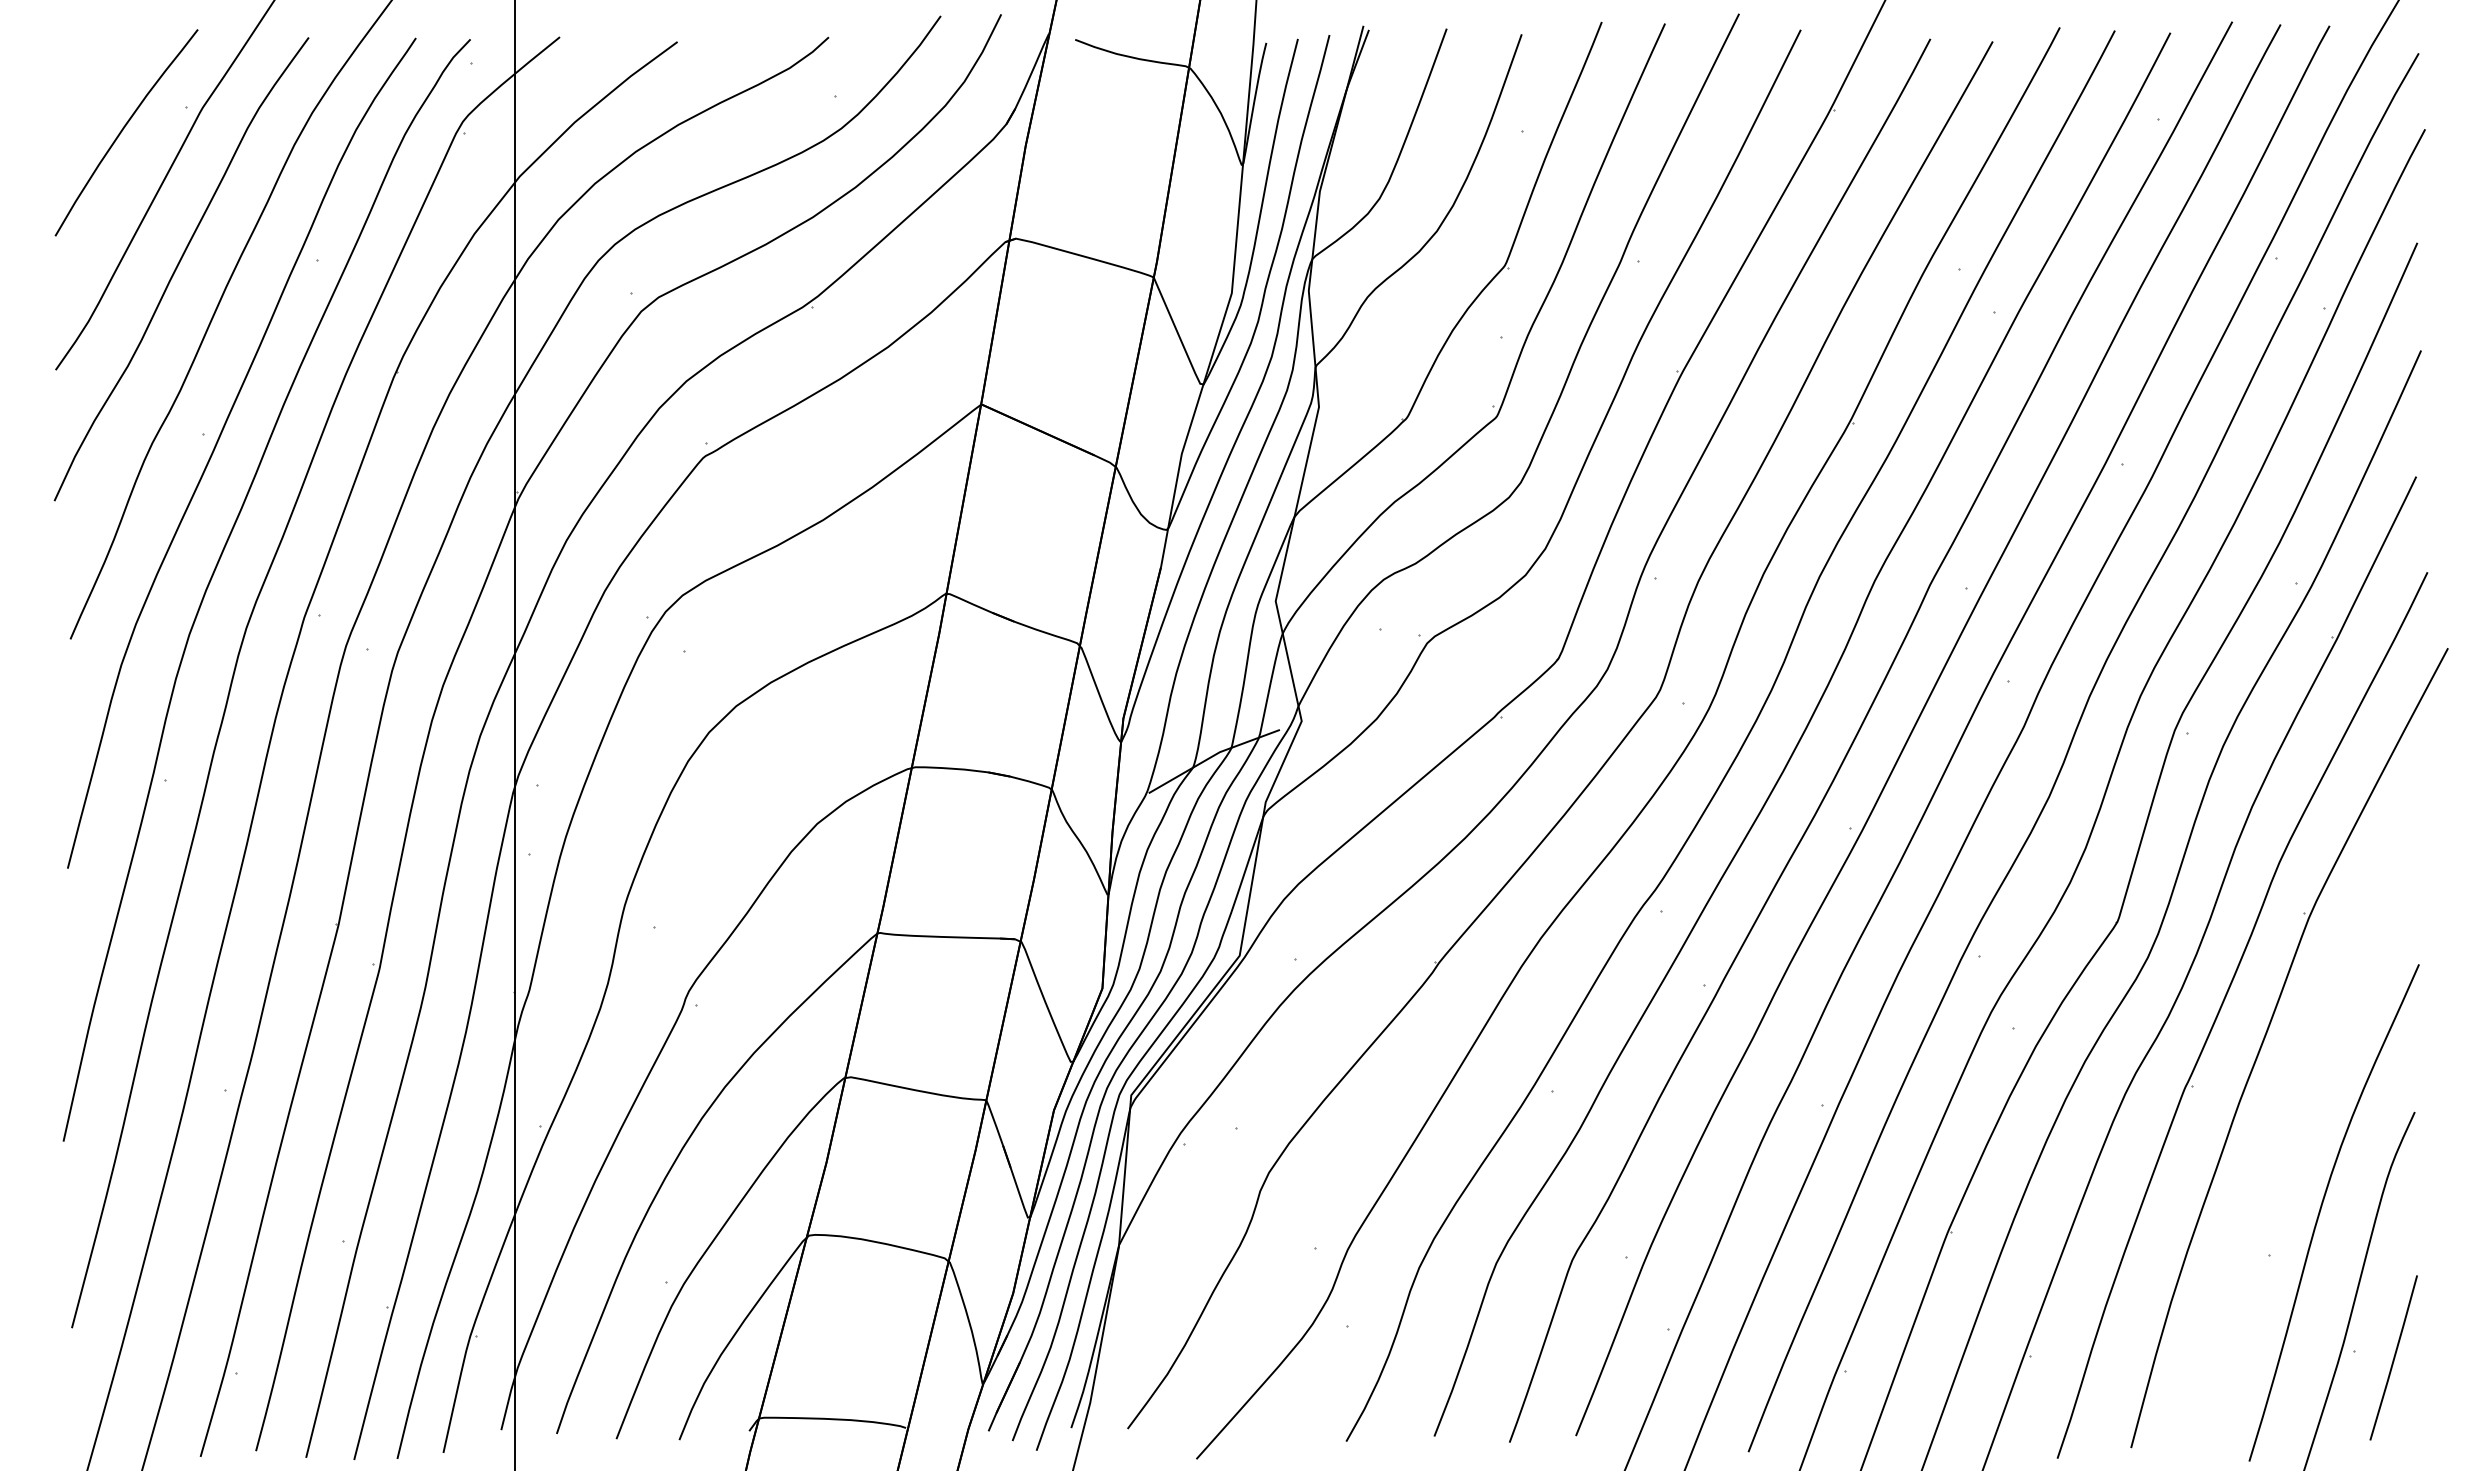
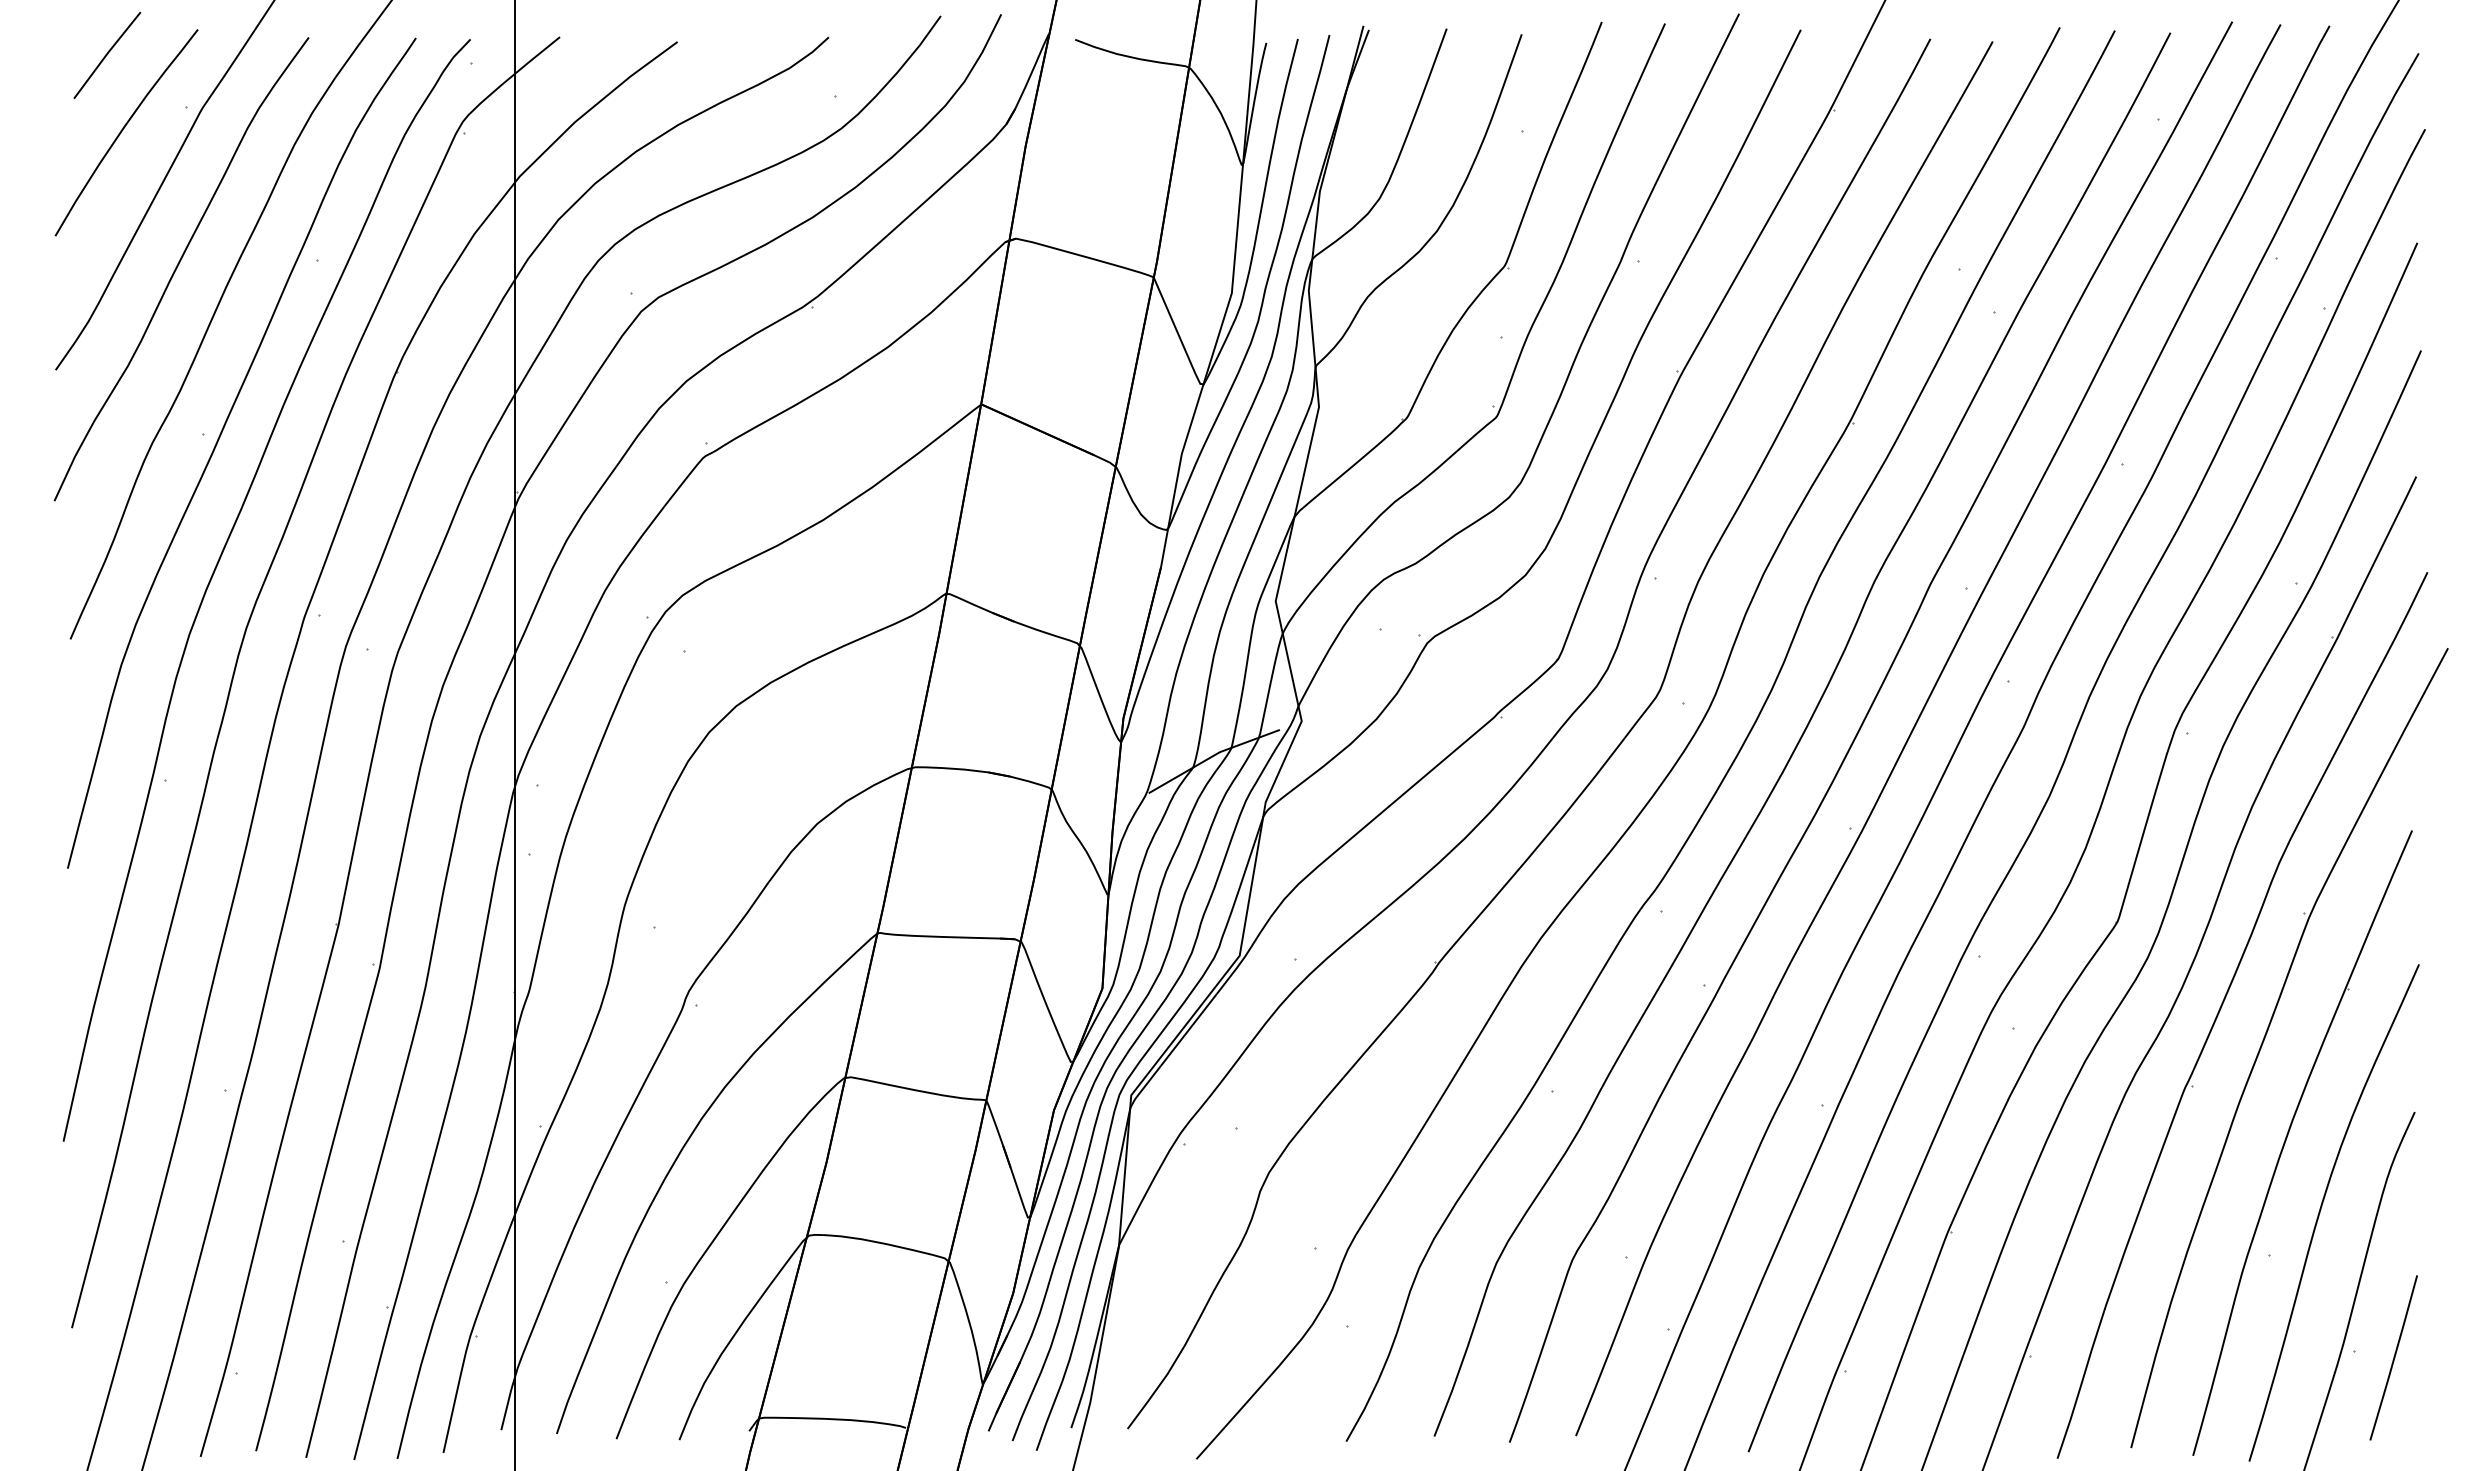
line at (107, 54): none -> present
part at (2287, 1138): none -> present
